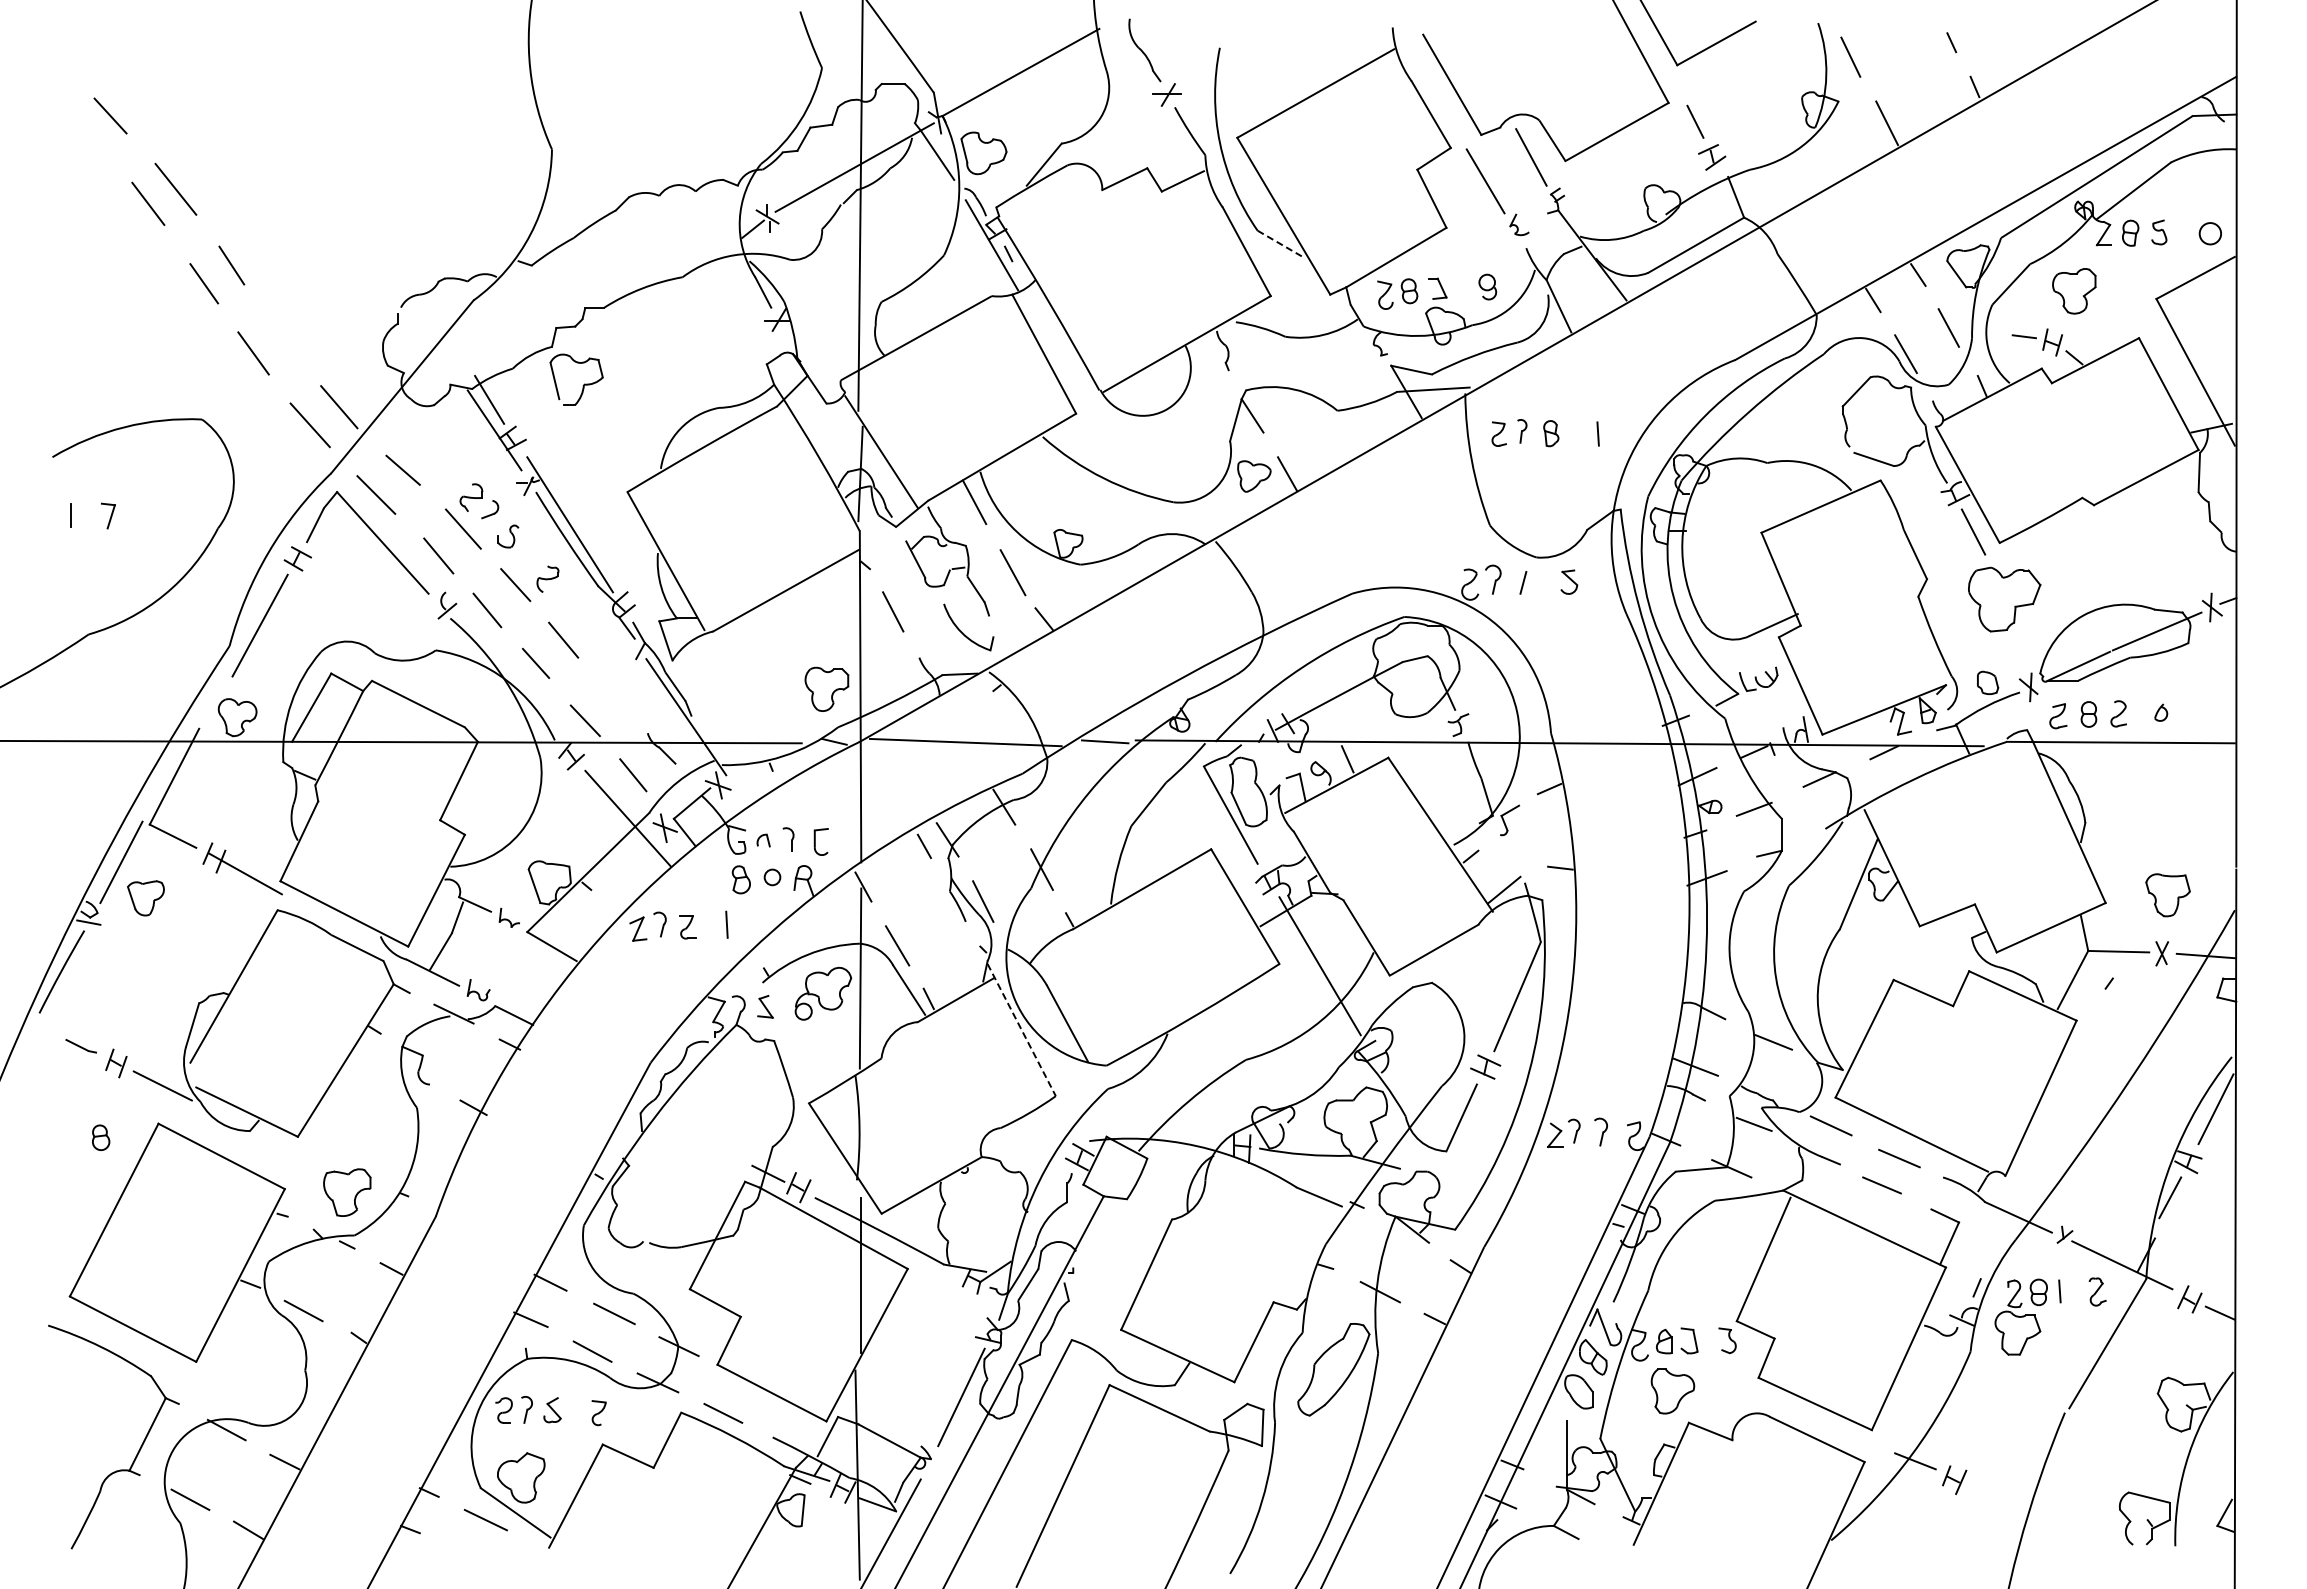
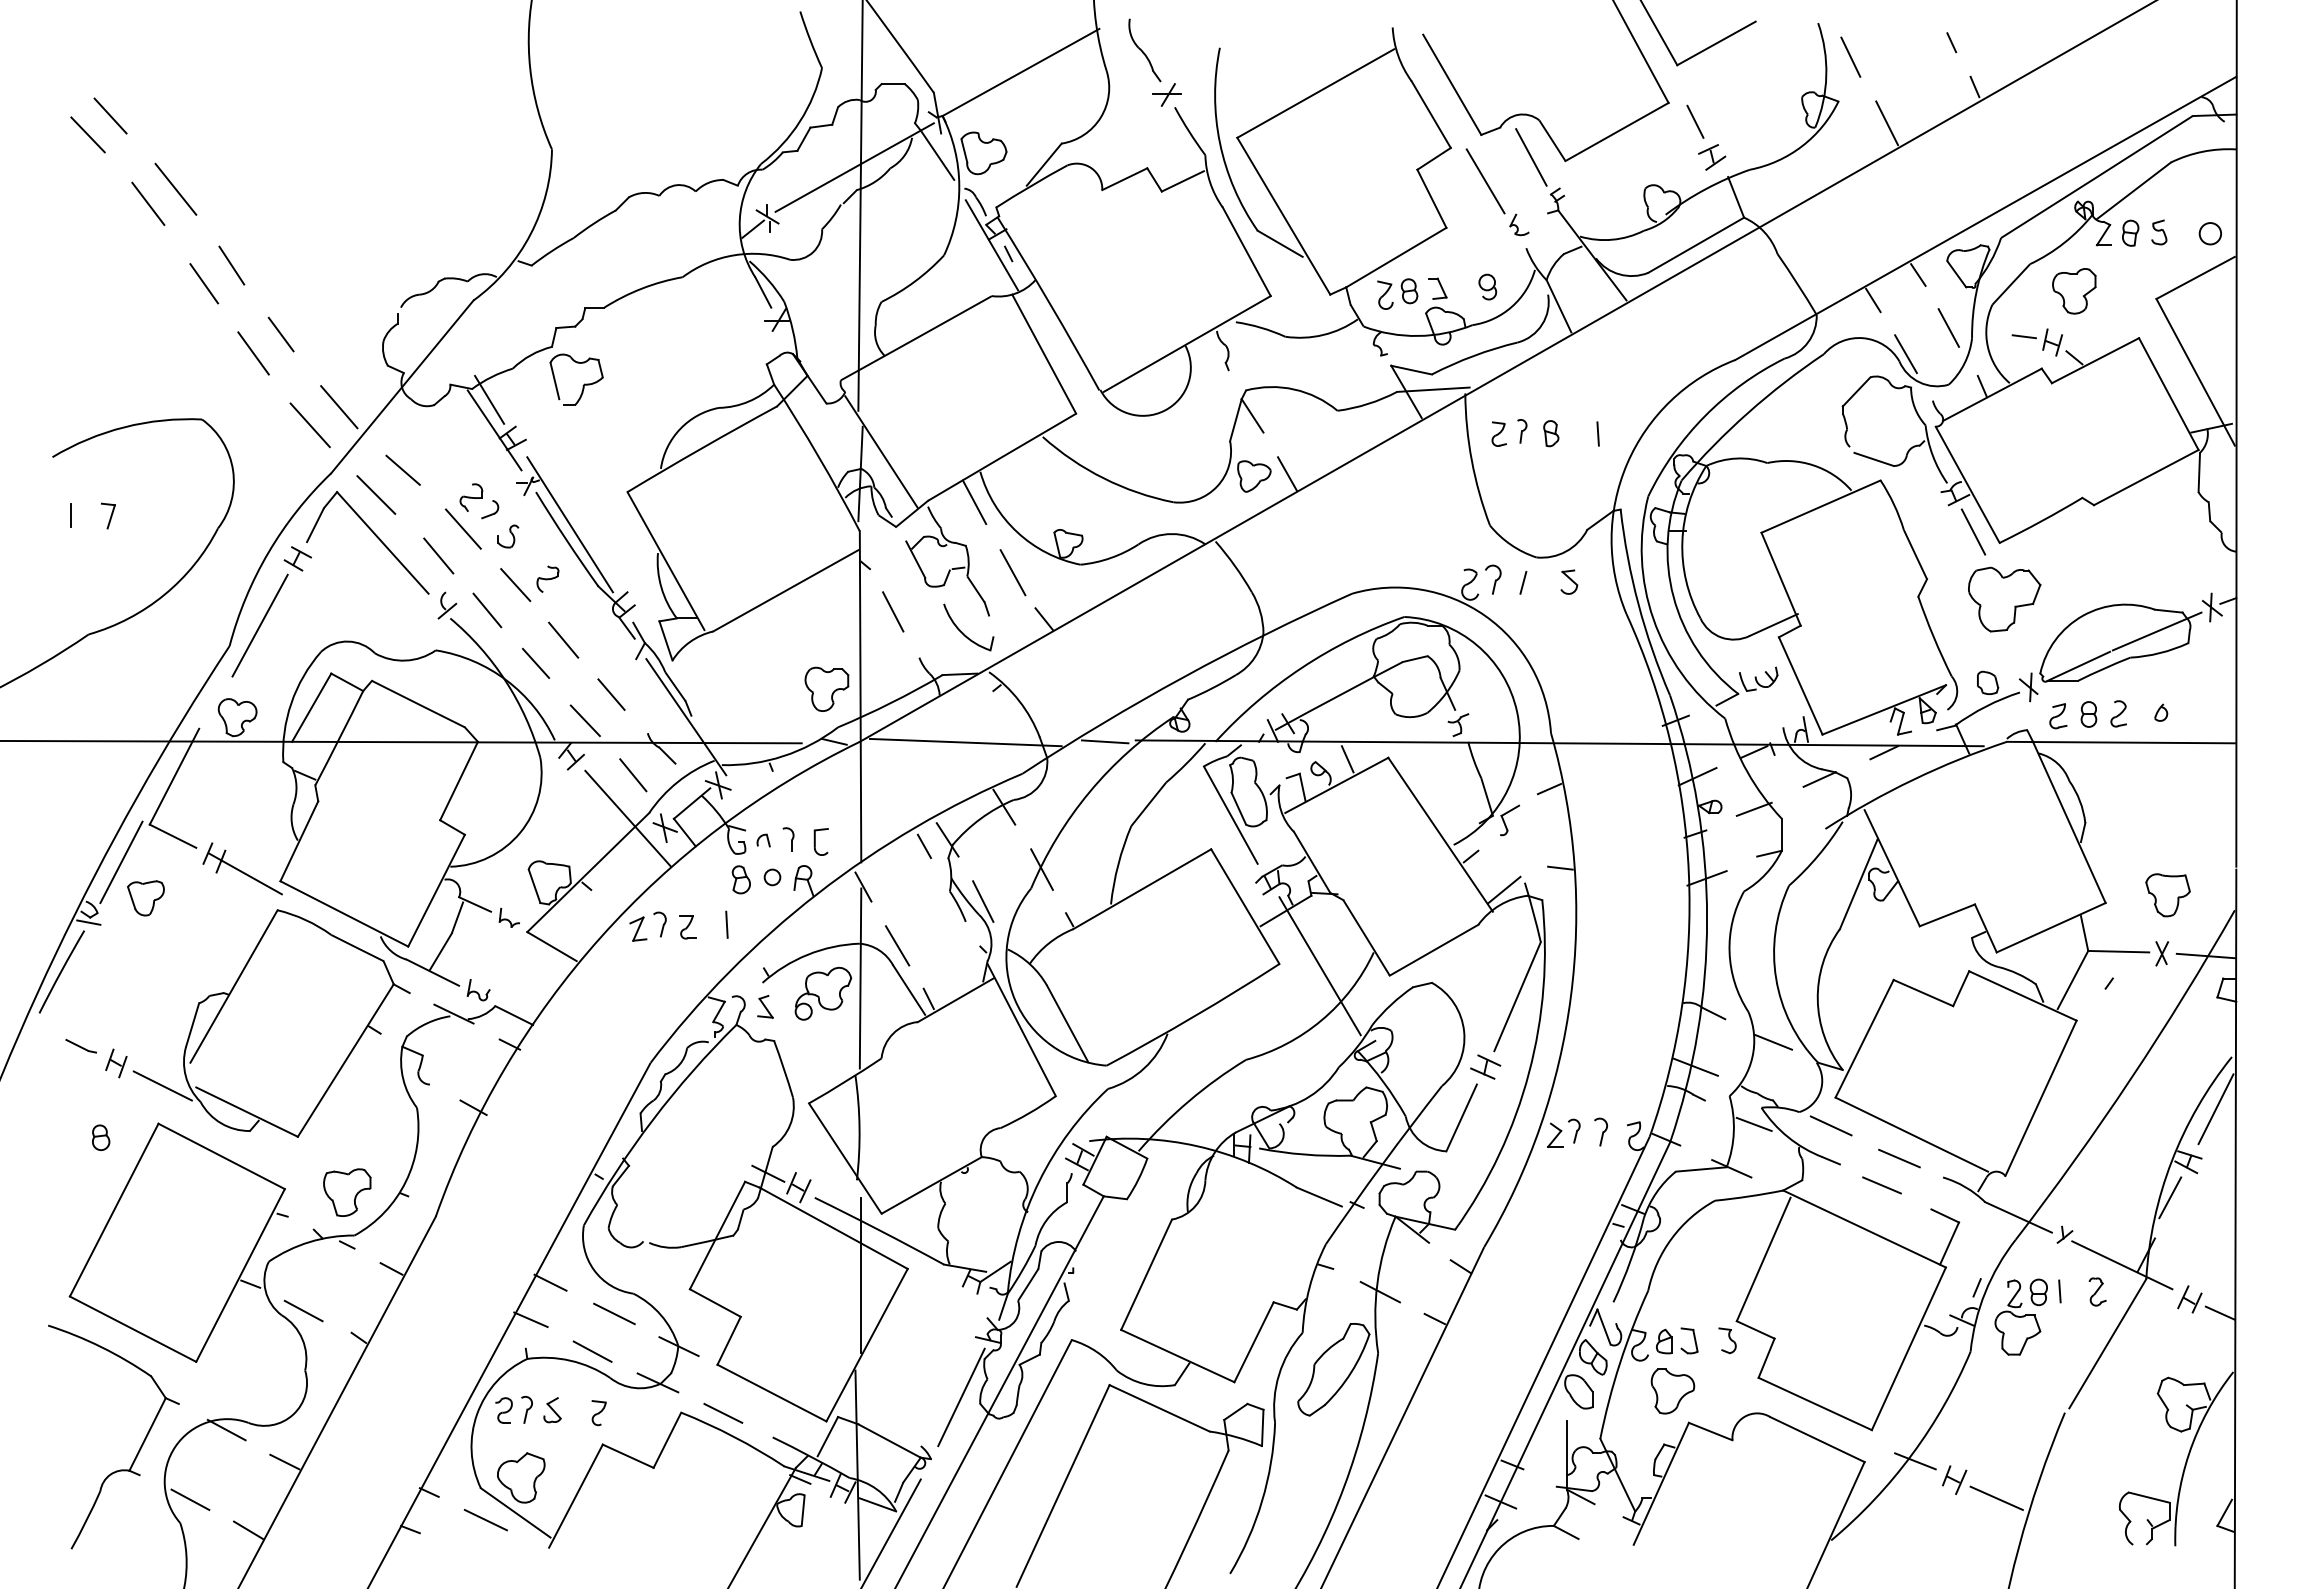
line at (87, 134): none -> present
line at (1280, 244): dashed -> solid
line at (280, 334): none -> present
line at (611, 694): none -> present
line at (1021, 1030): dashed -> solid
line at (1996, 1497): none -> present
